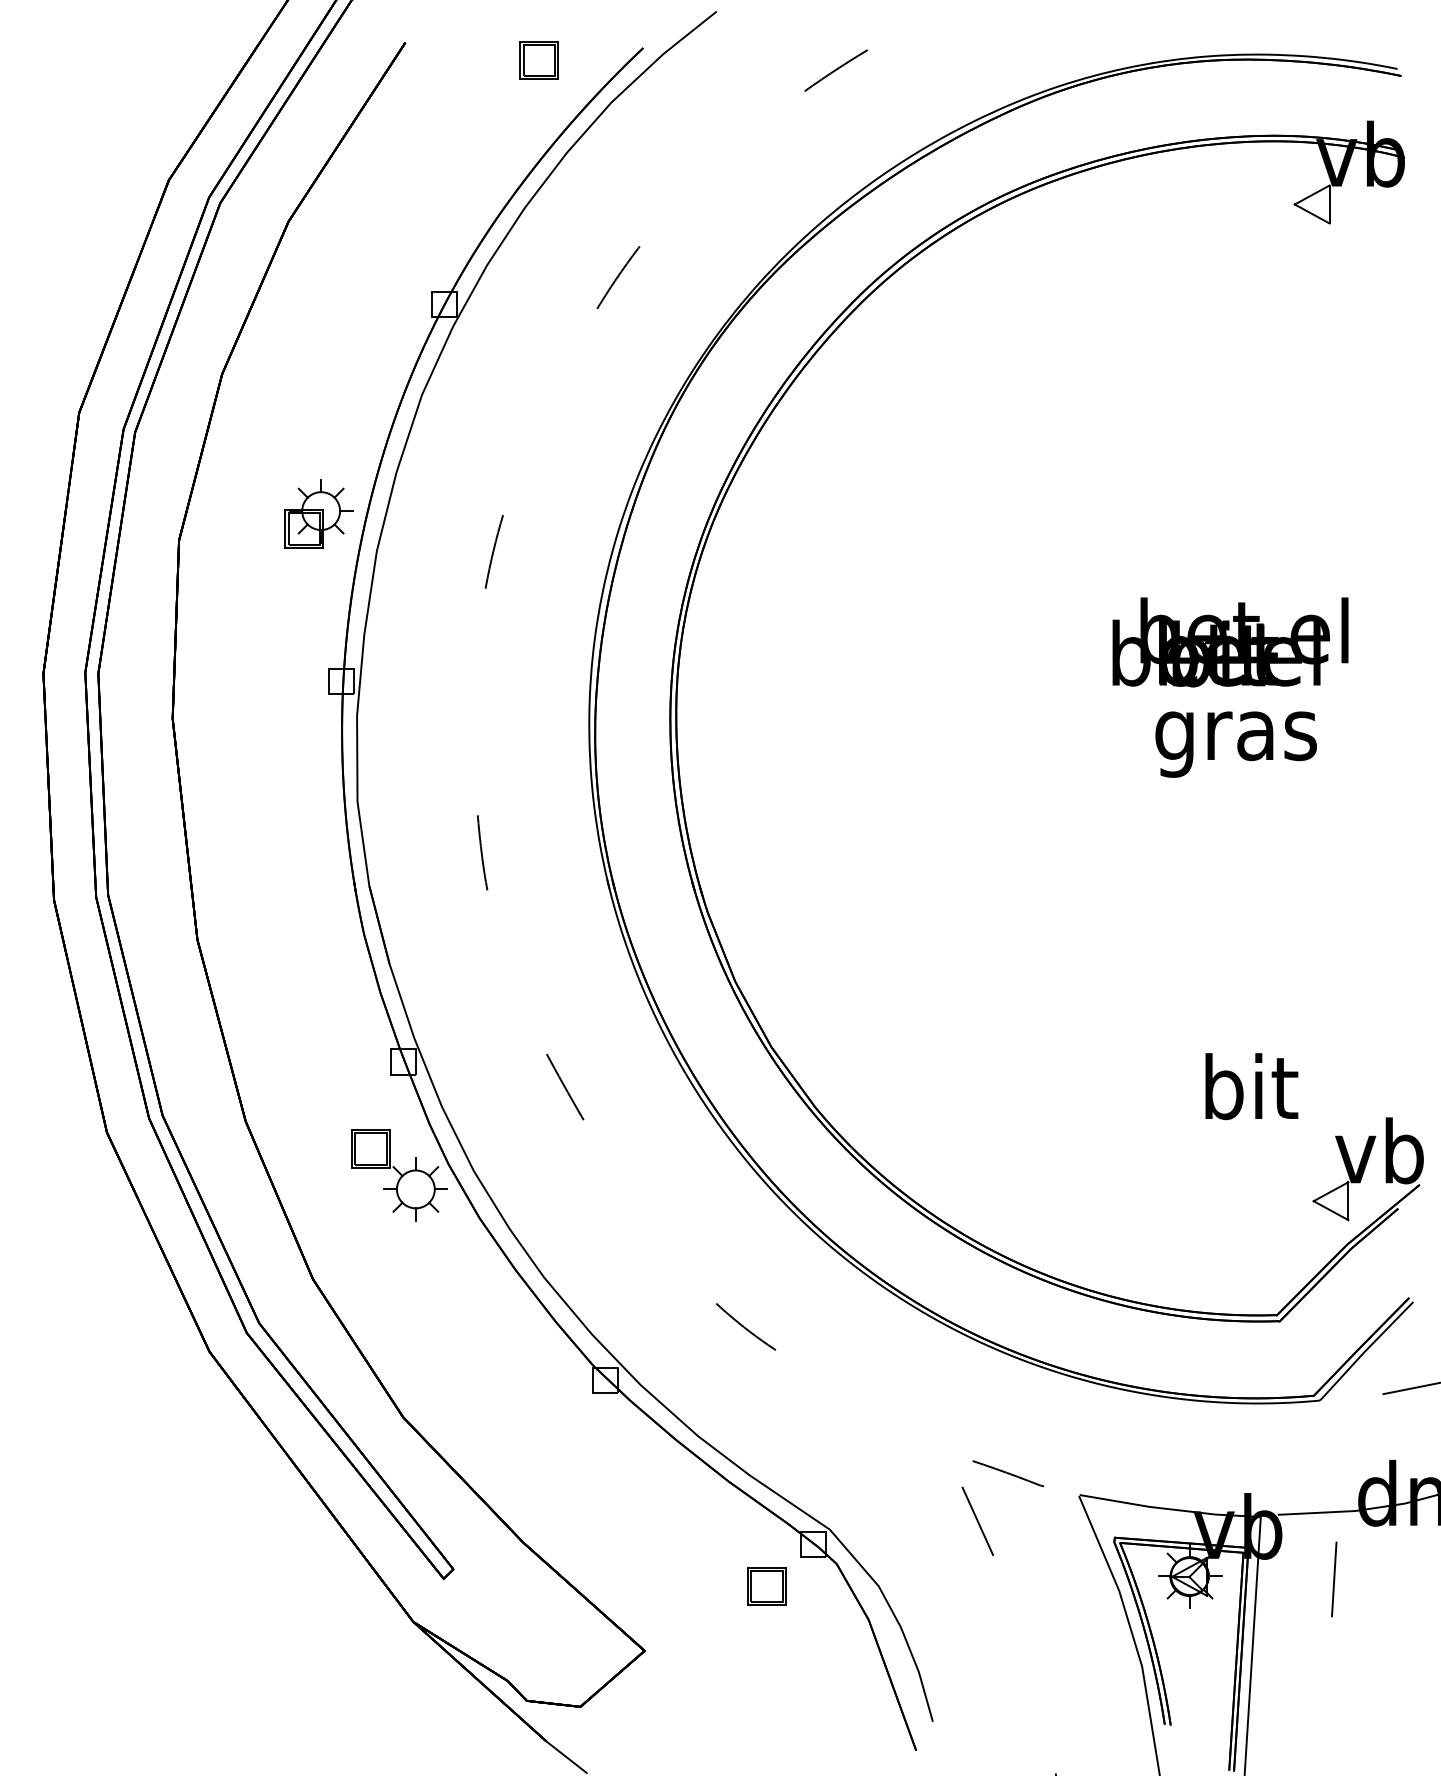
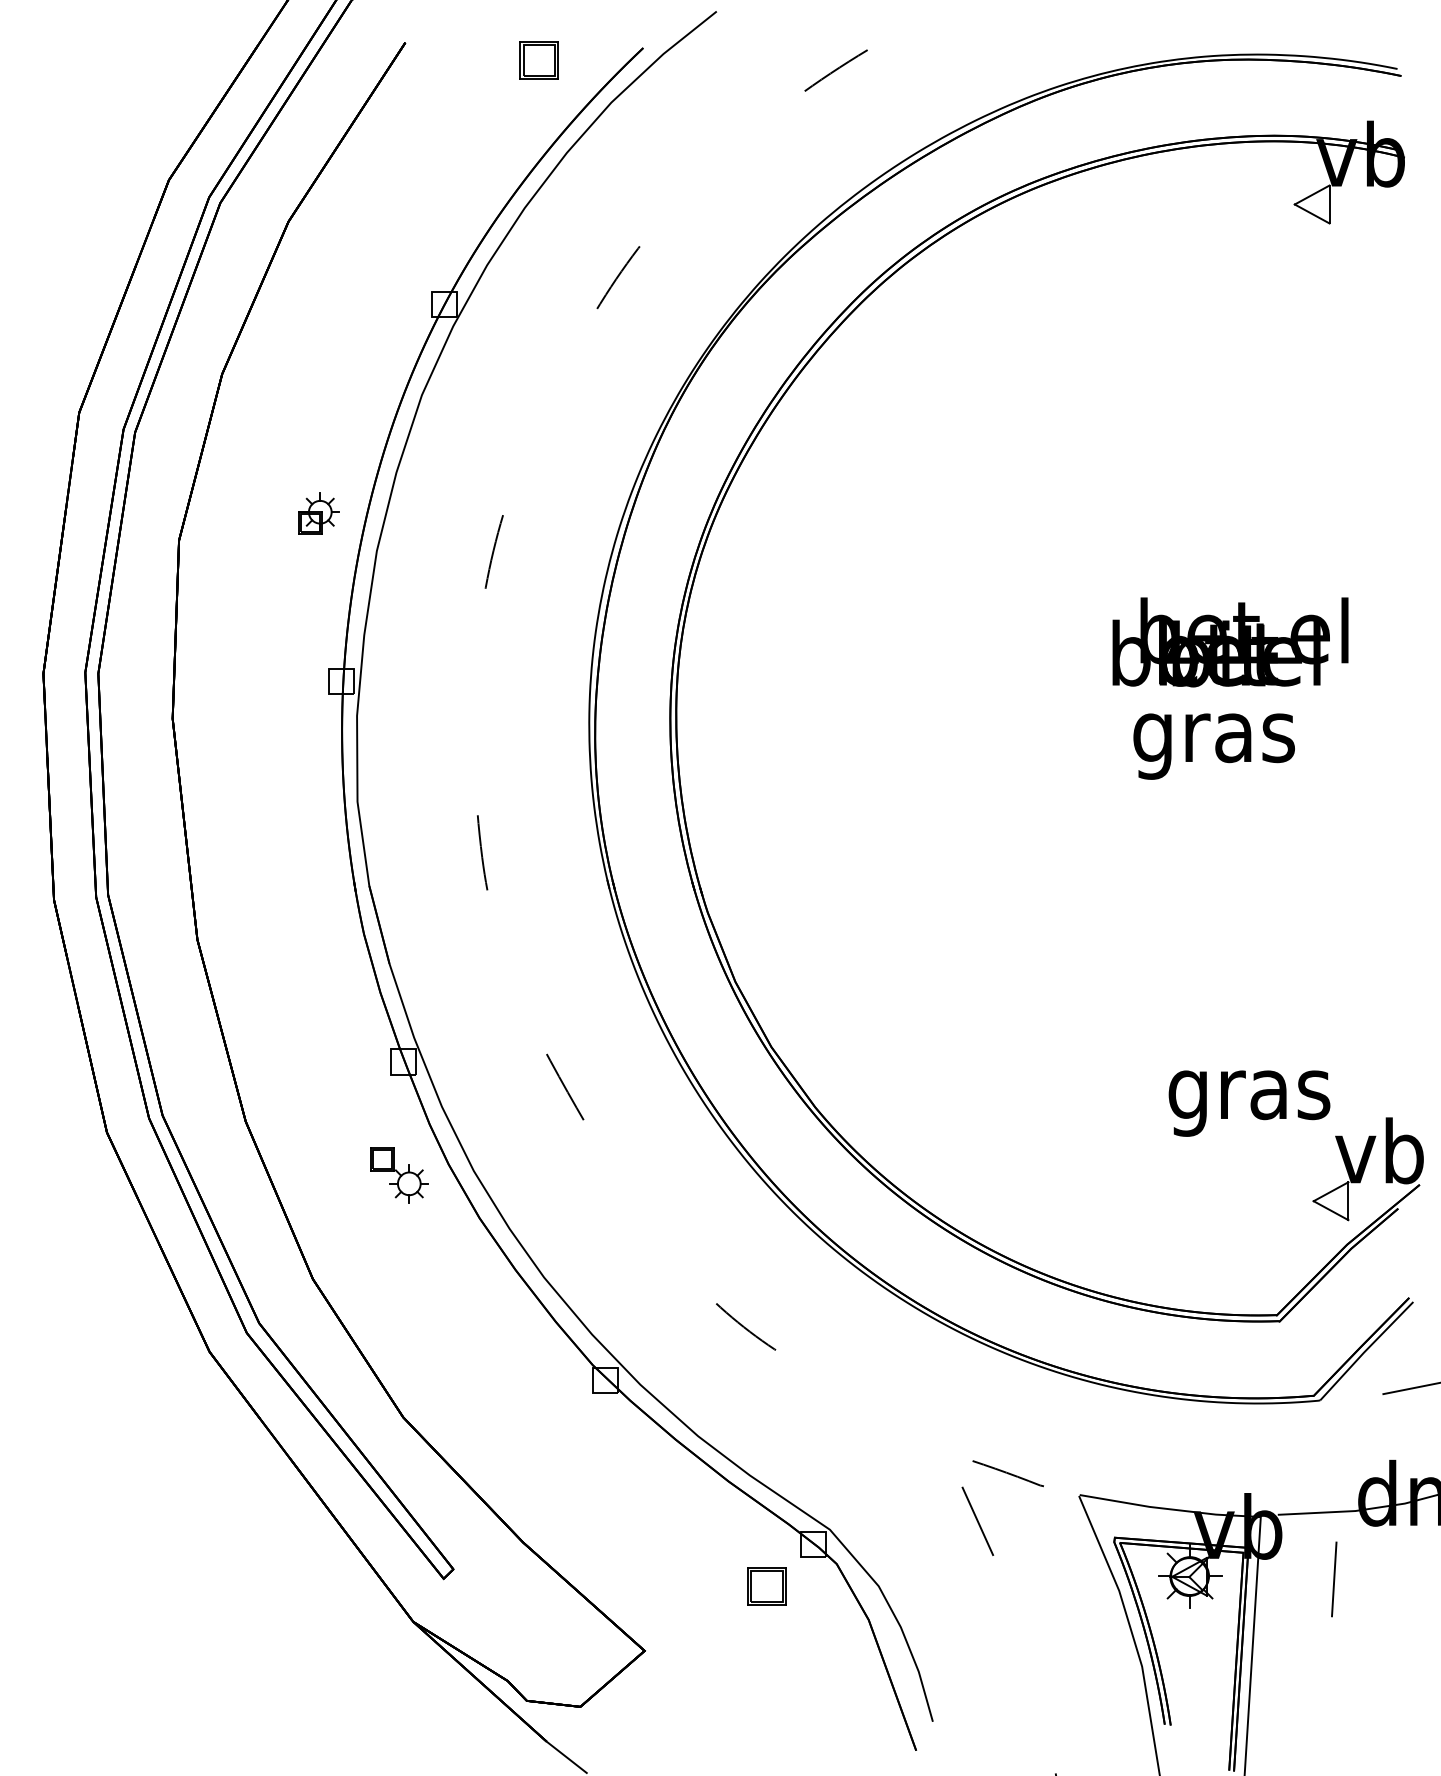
part at (318, 513) size: 70x70 px -> 42x43 px
text at (1235, 744) position: (1235, 744) -> (1213, 746)
text at (1249, 1094): bit -> gras
part at (399, 1175) size: 97x93 px -> 59x57 px
